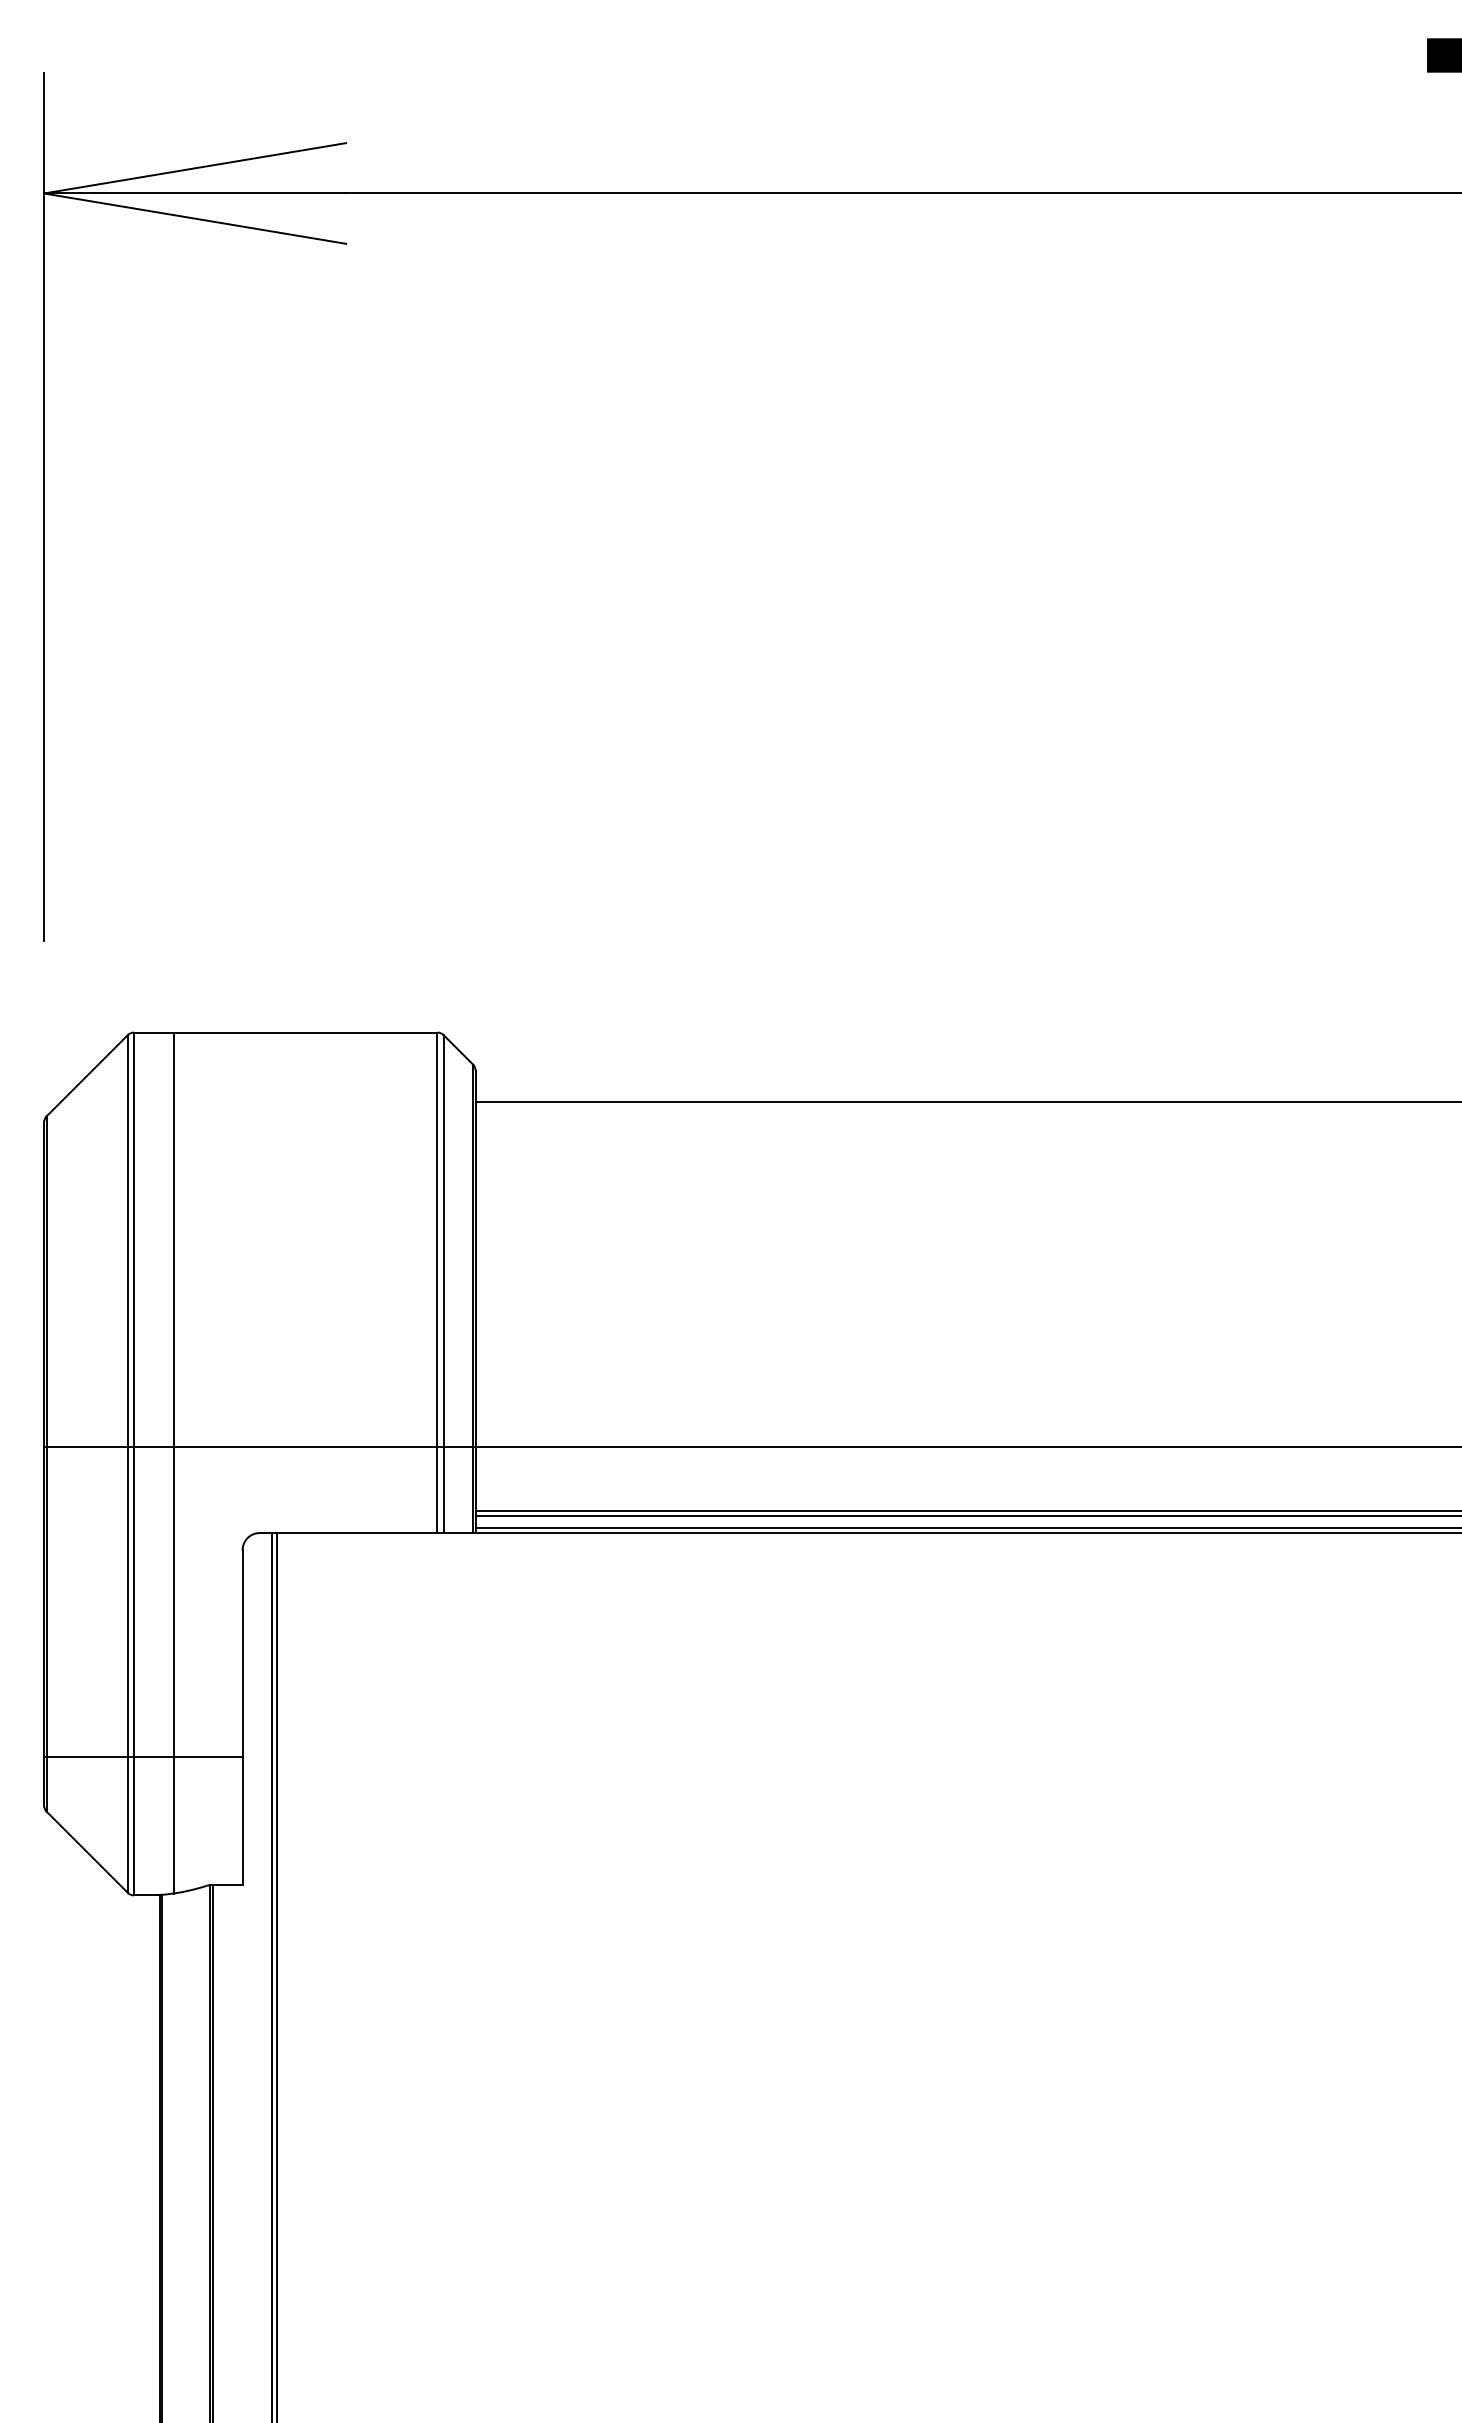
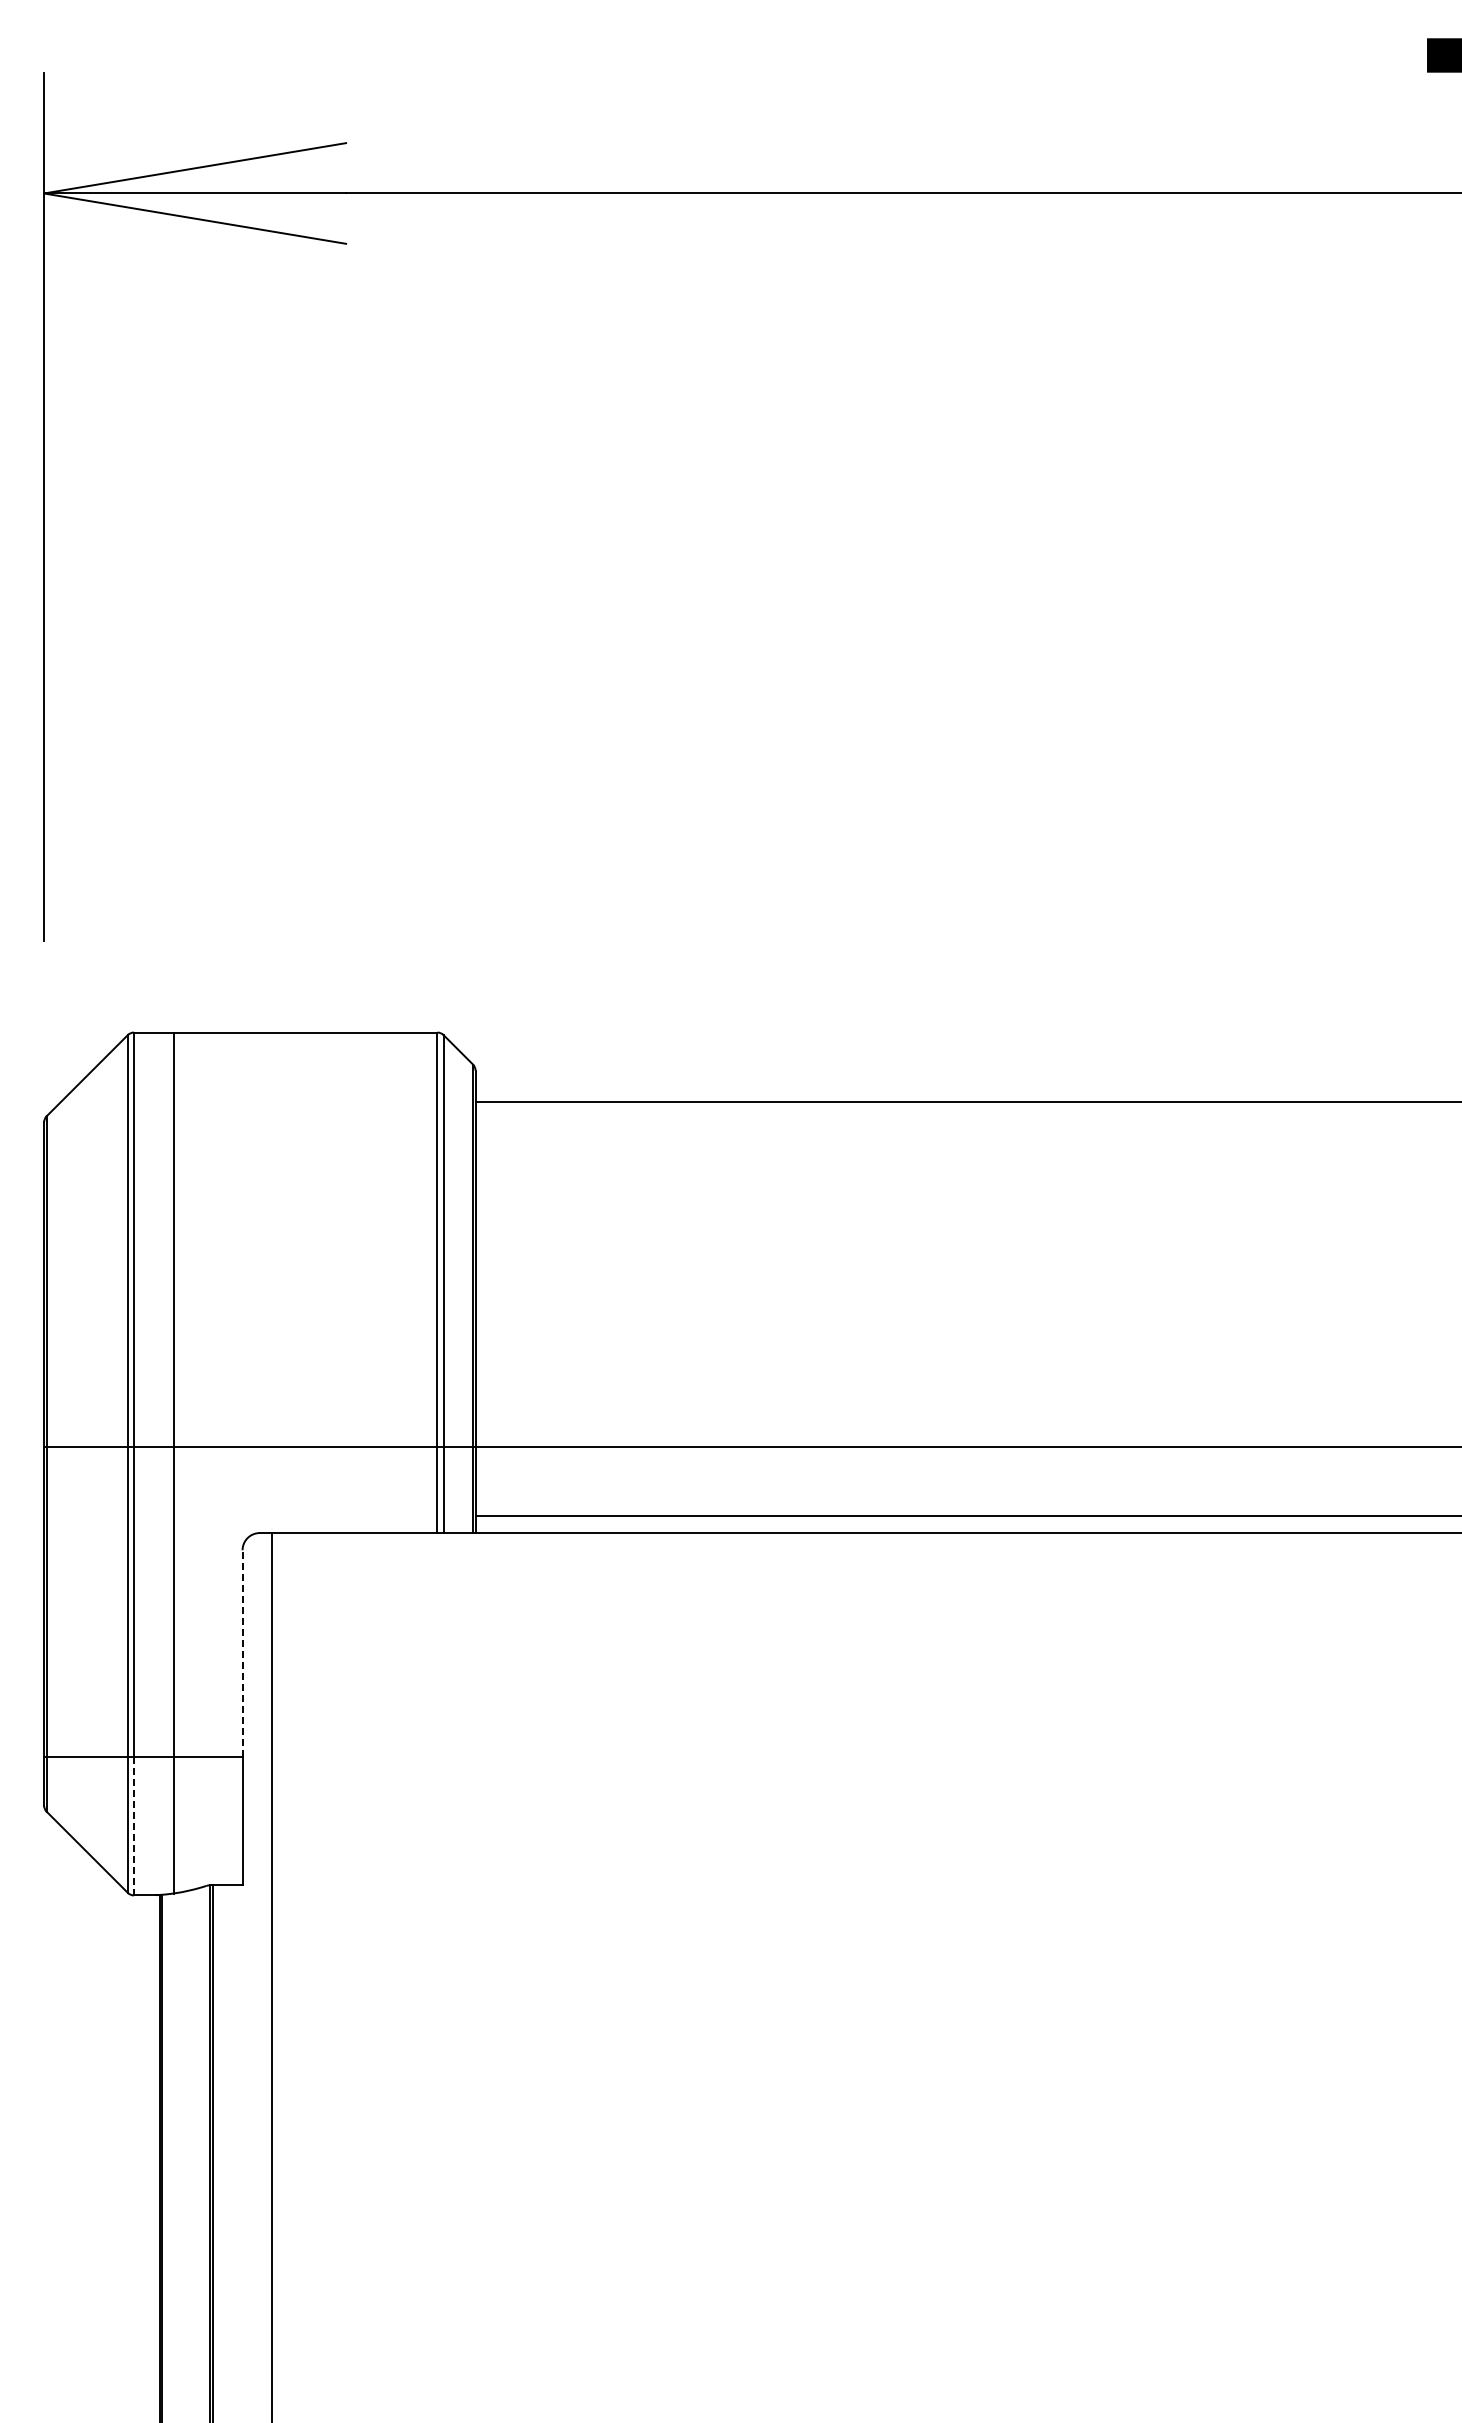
line at (966, 1510): present -> none
line at (966, 1527): present -> none
line at (242, 1653): solid -> dashed
line at (133, 1826): solid -> dashed
line at (277, 1976): present -> none
